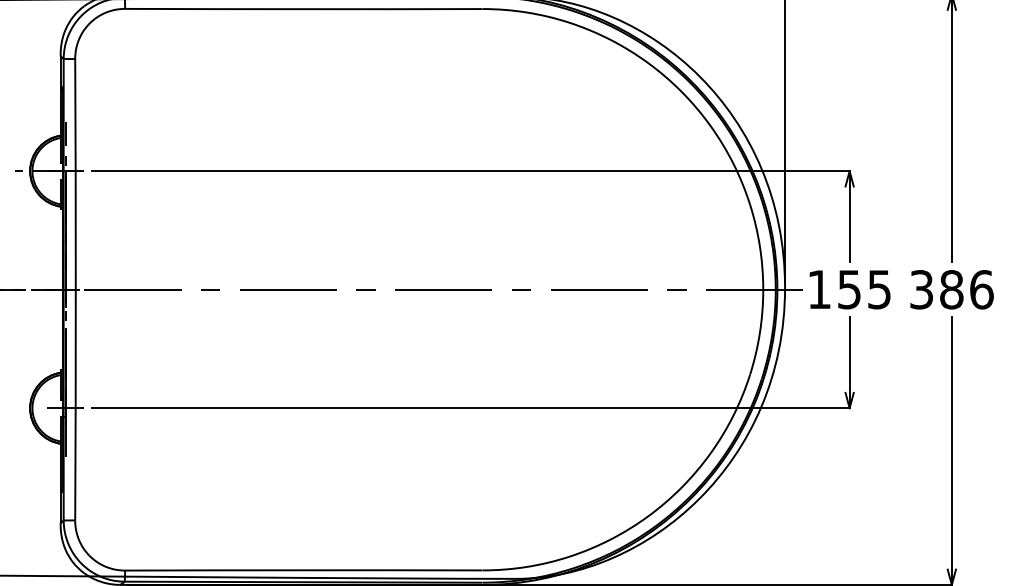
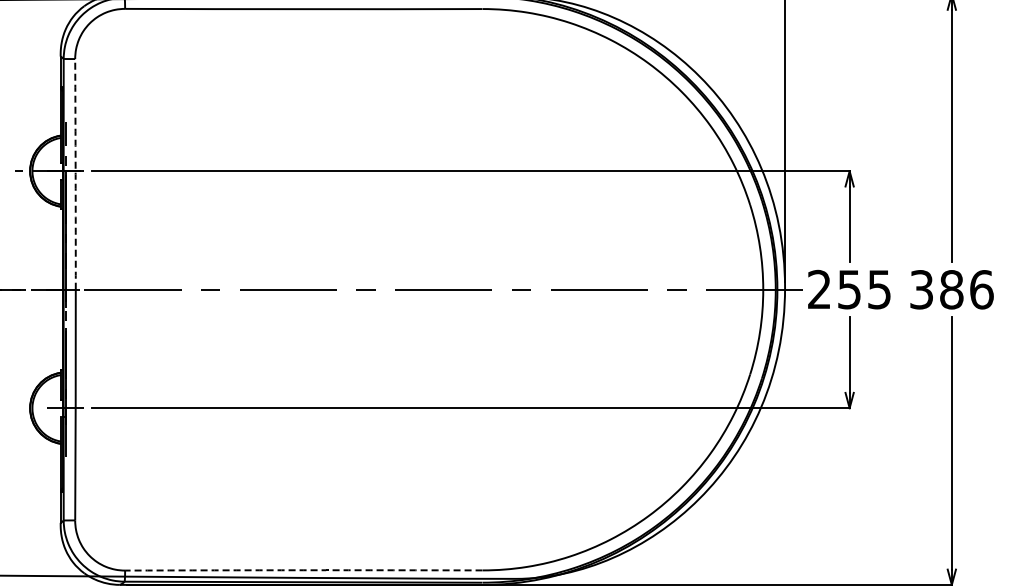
arc at (75, 174): solid -> dashed
text at (819, 288): 155 -> 255
arc at (303, 570): solid -> dashed
